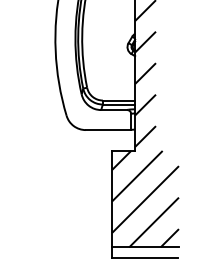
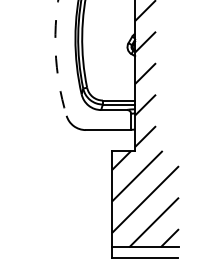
arc at (56, 58): solid -> dashed
